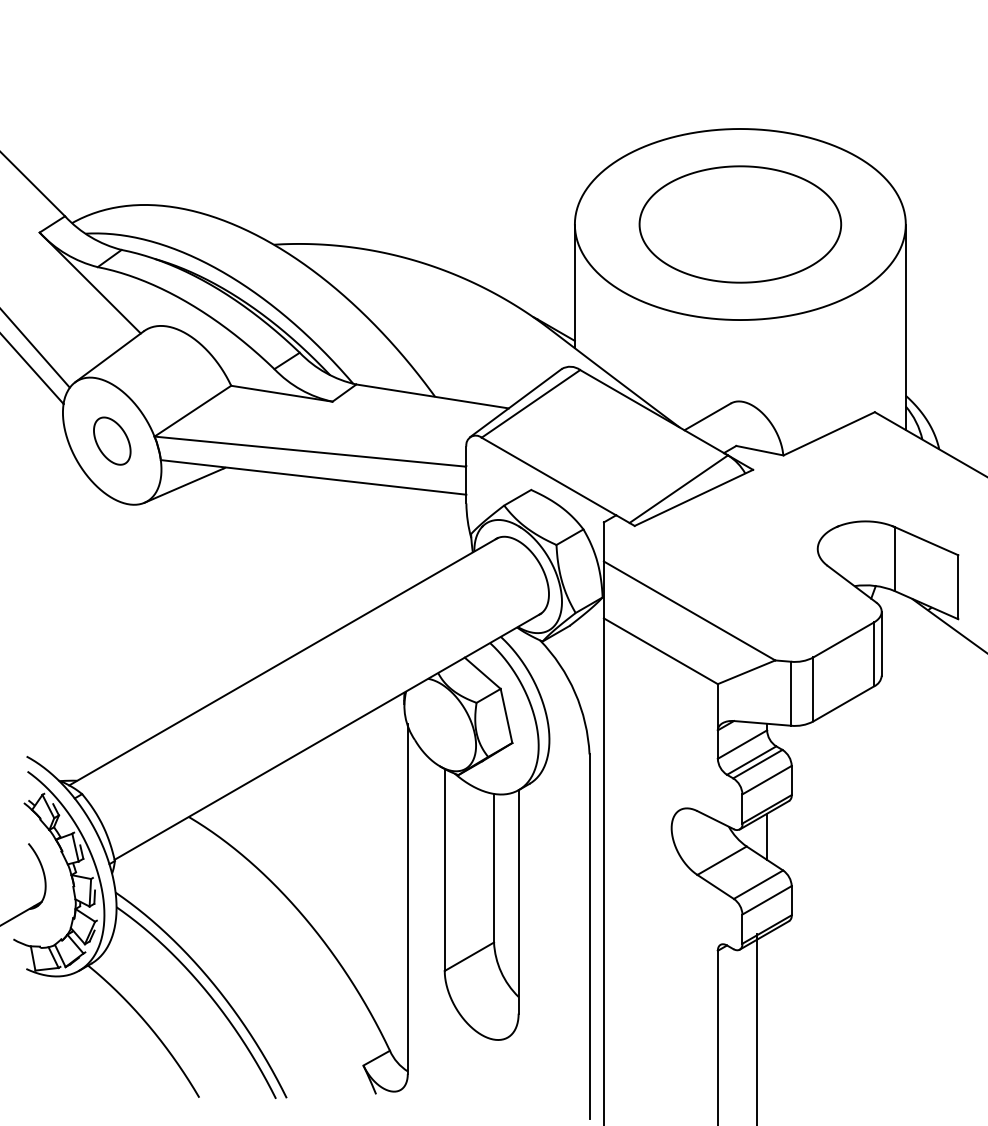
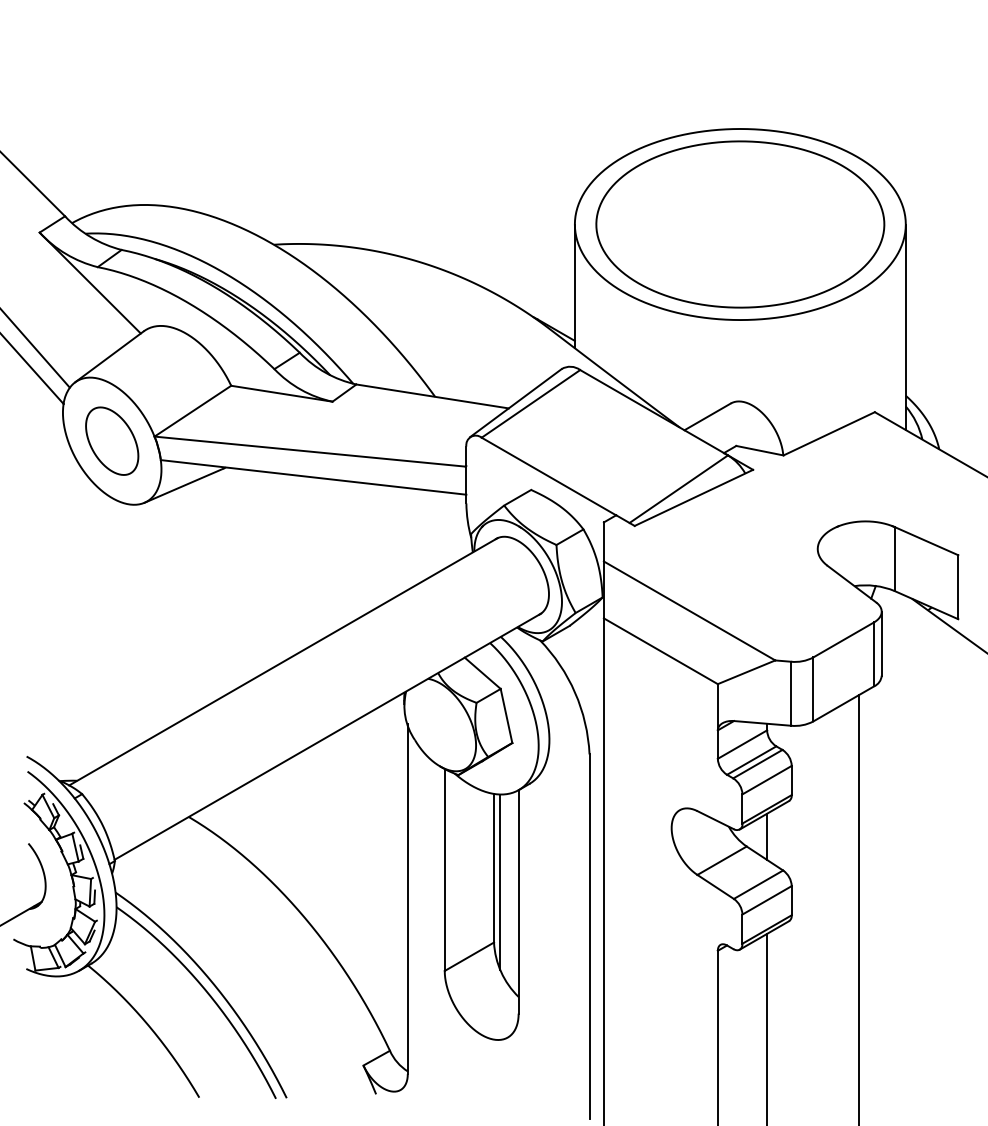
part at (740, 224) size: 205x119 px -> 291x169 px
part at (112, 440) size: 39x50 px -> 55x70 px
line at (500, 881): none -> present
line at (859, 908): none -> present
line at (757, 1027) position: (757, 1027) -> (767, 1027)
